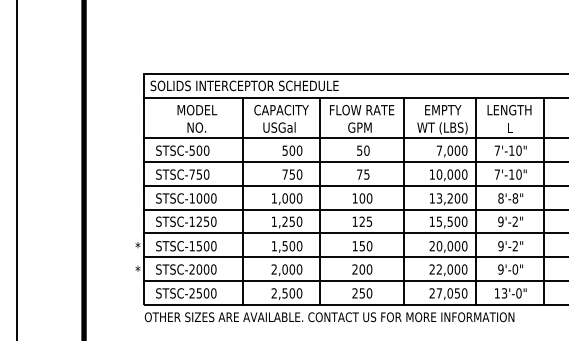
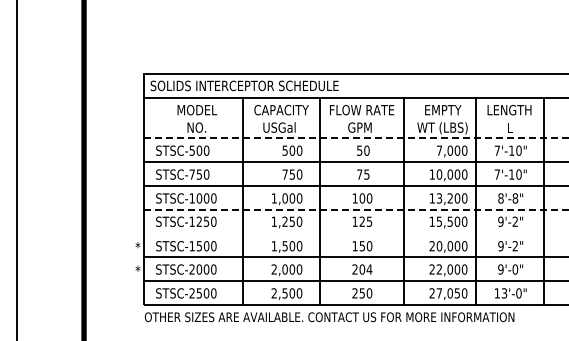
line at (356, 137): solid -> dashed
line at (356, 209): solid -> dashed
line at (354, 233): present -> none
text at (369, 269): 200 -> 204
